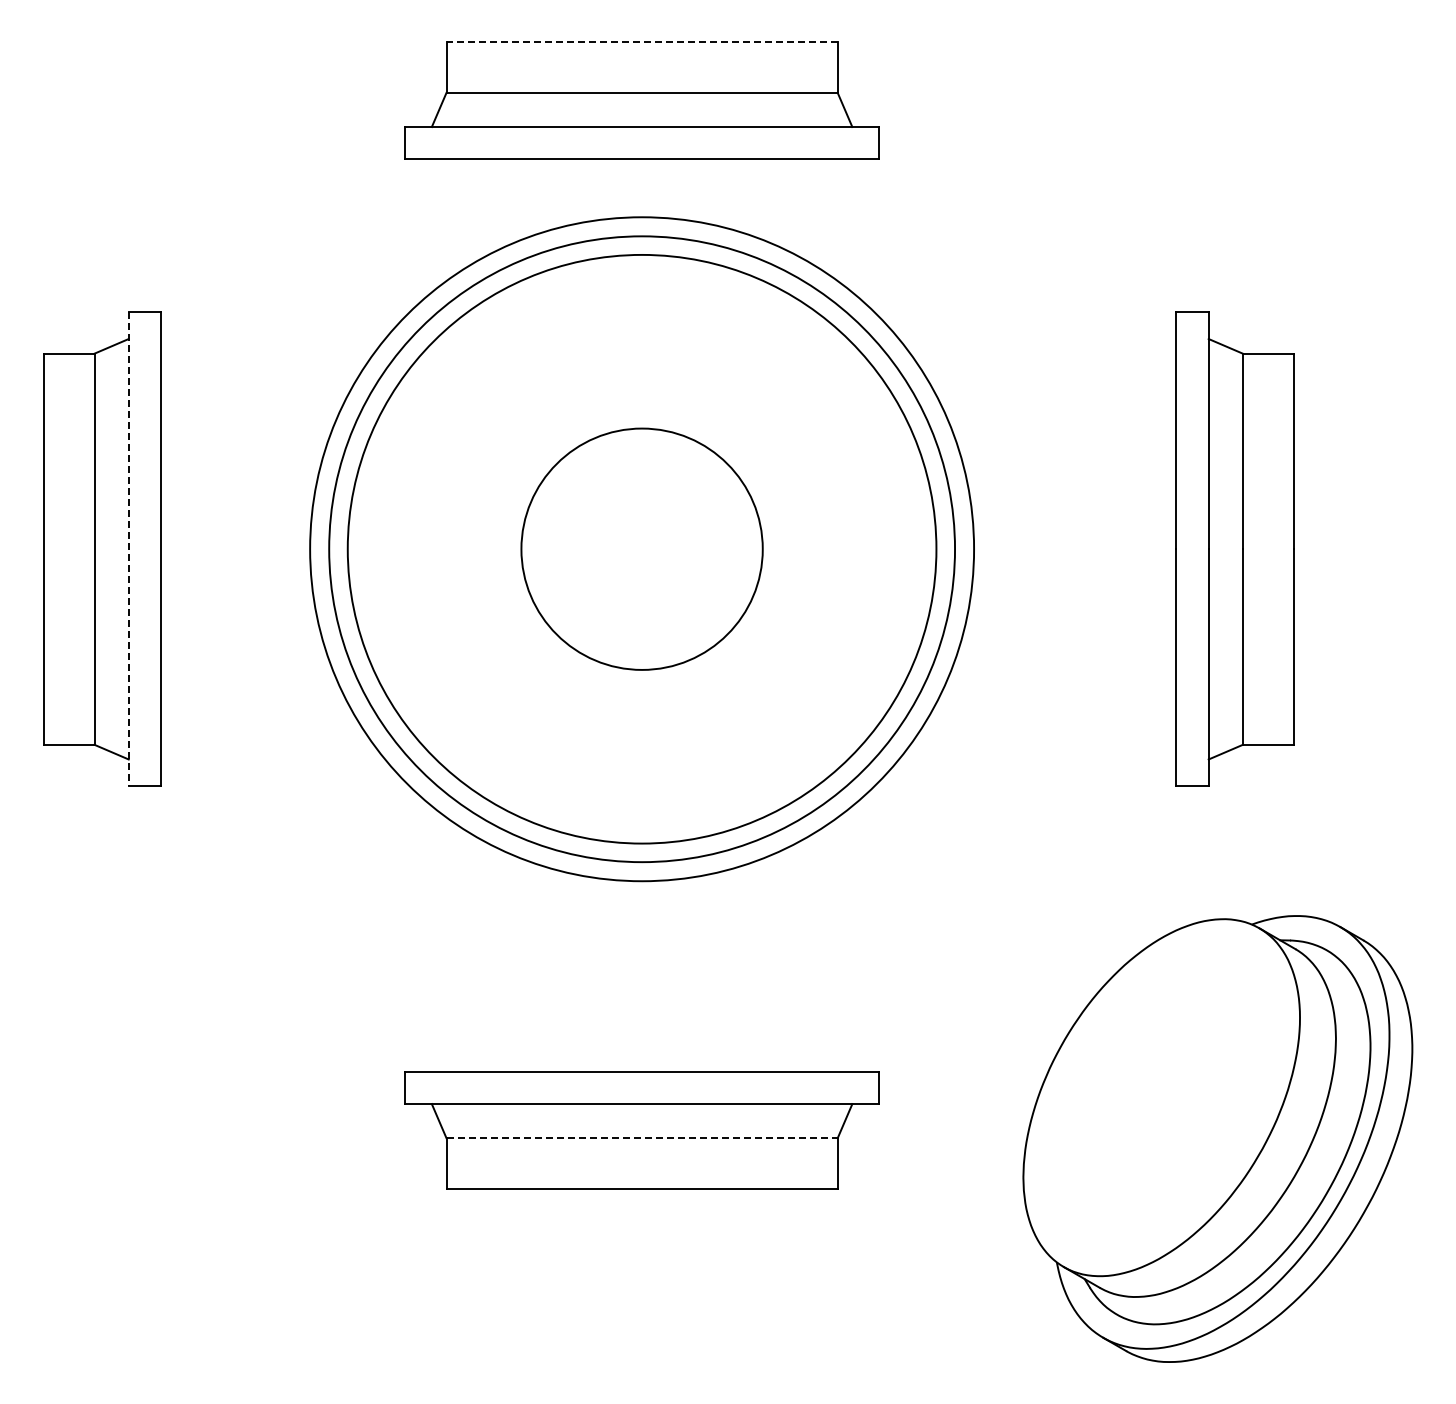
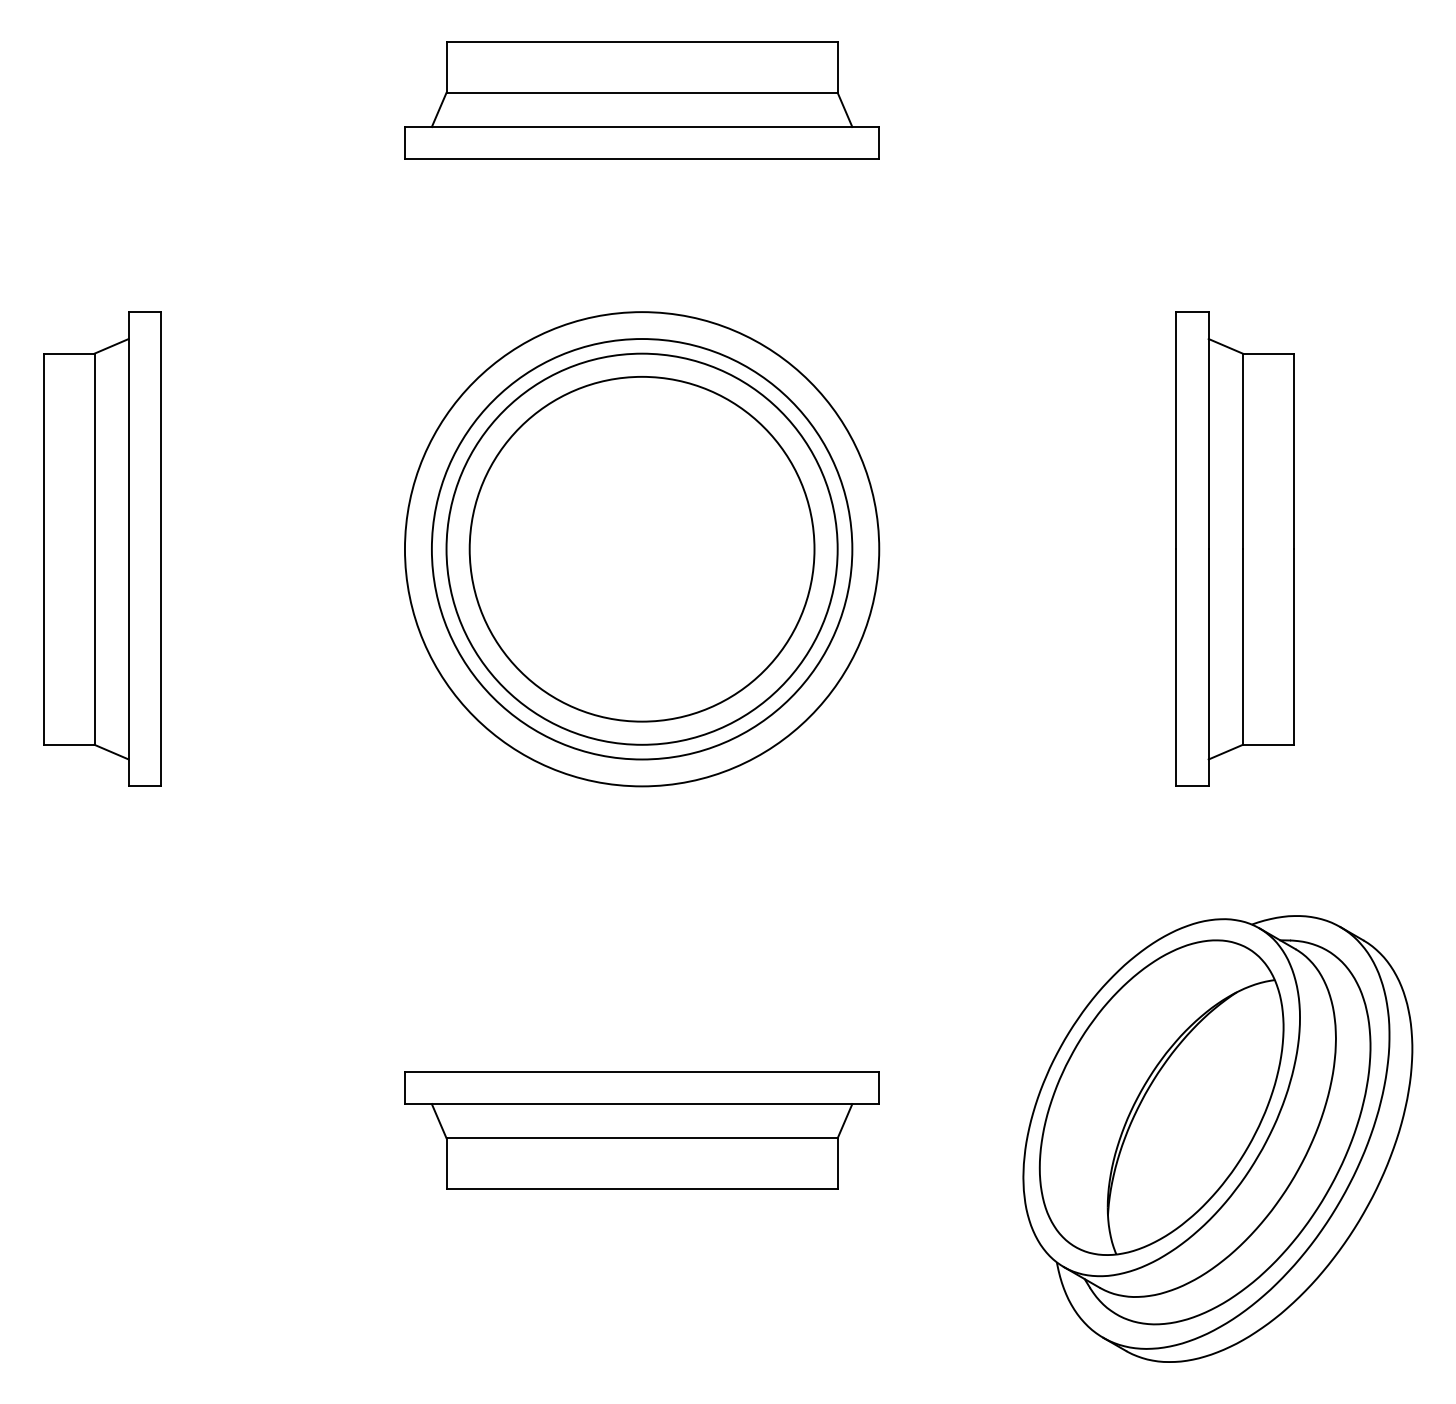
line at (642, 41): dashed -> solid
circle at (641, 548) diameter: 241 px -> 345 px
circle at (641, 548) diameter: 589 px -> 420 px
line at (128, 549): dashed -> solid
circle at (642, 549) diameter: 626 px -> 391 px
circle at (642, 549) diameter: 664 px -> 474 px
part at (1161, 1097): none -> present
line at (642, 1138): dashed -> solid
